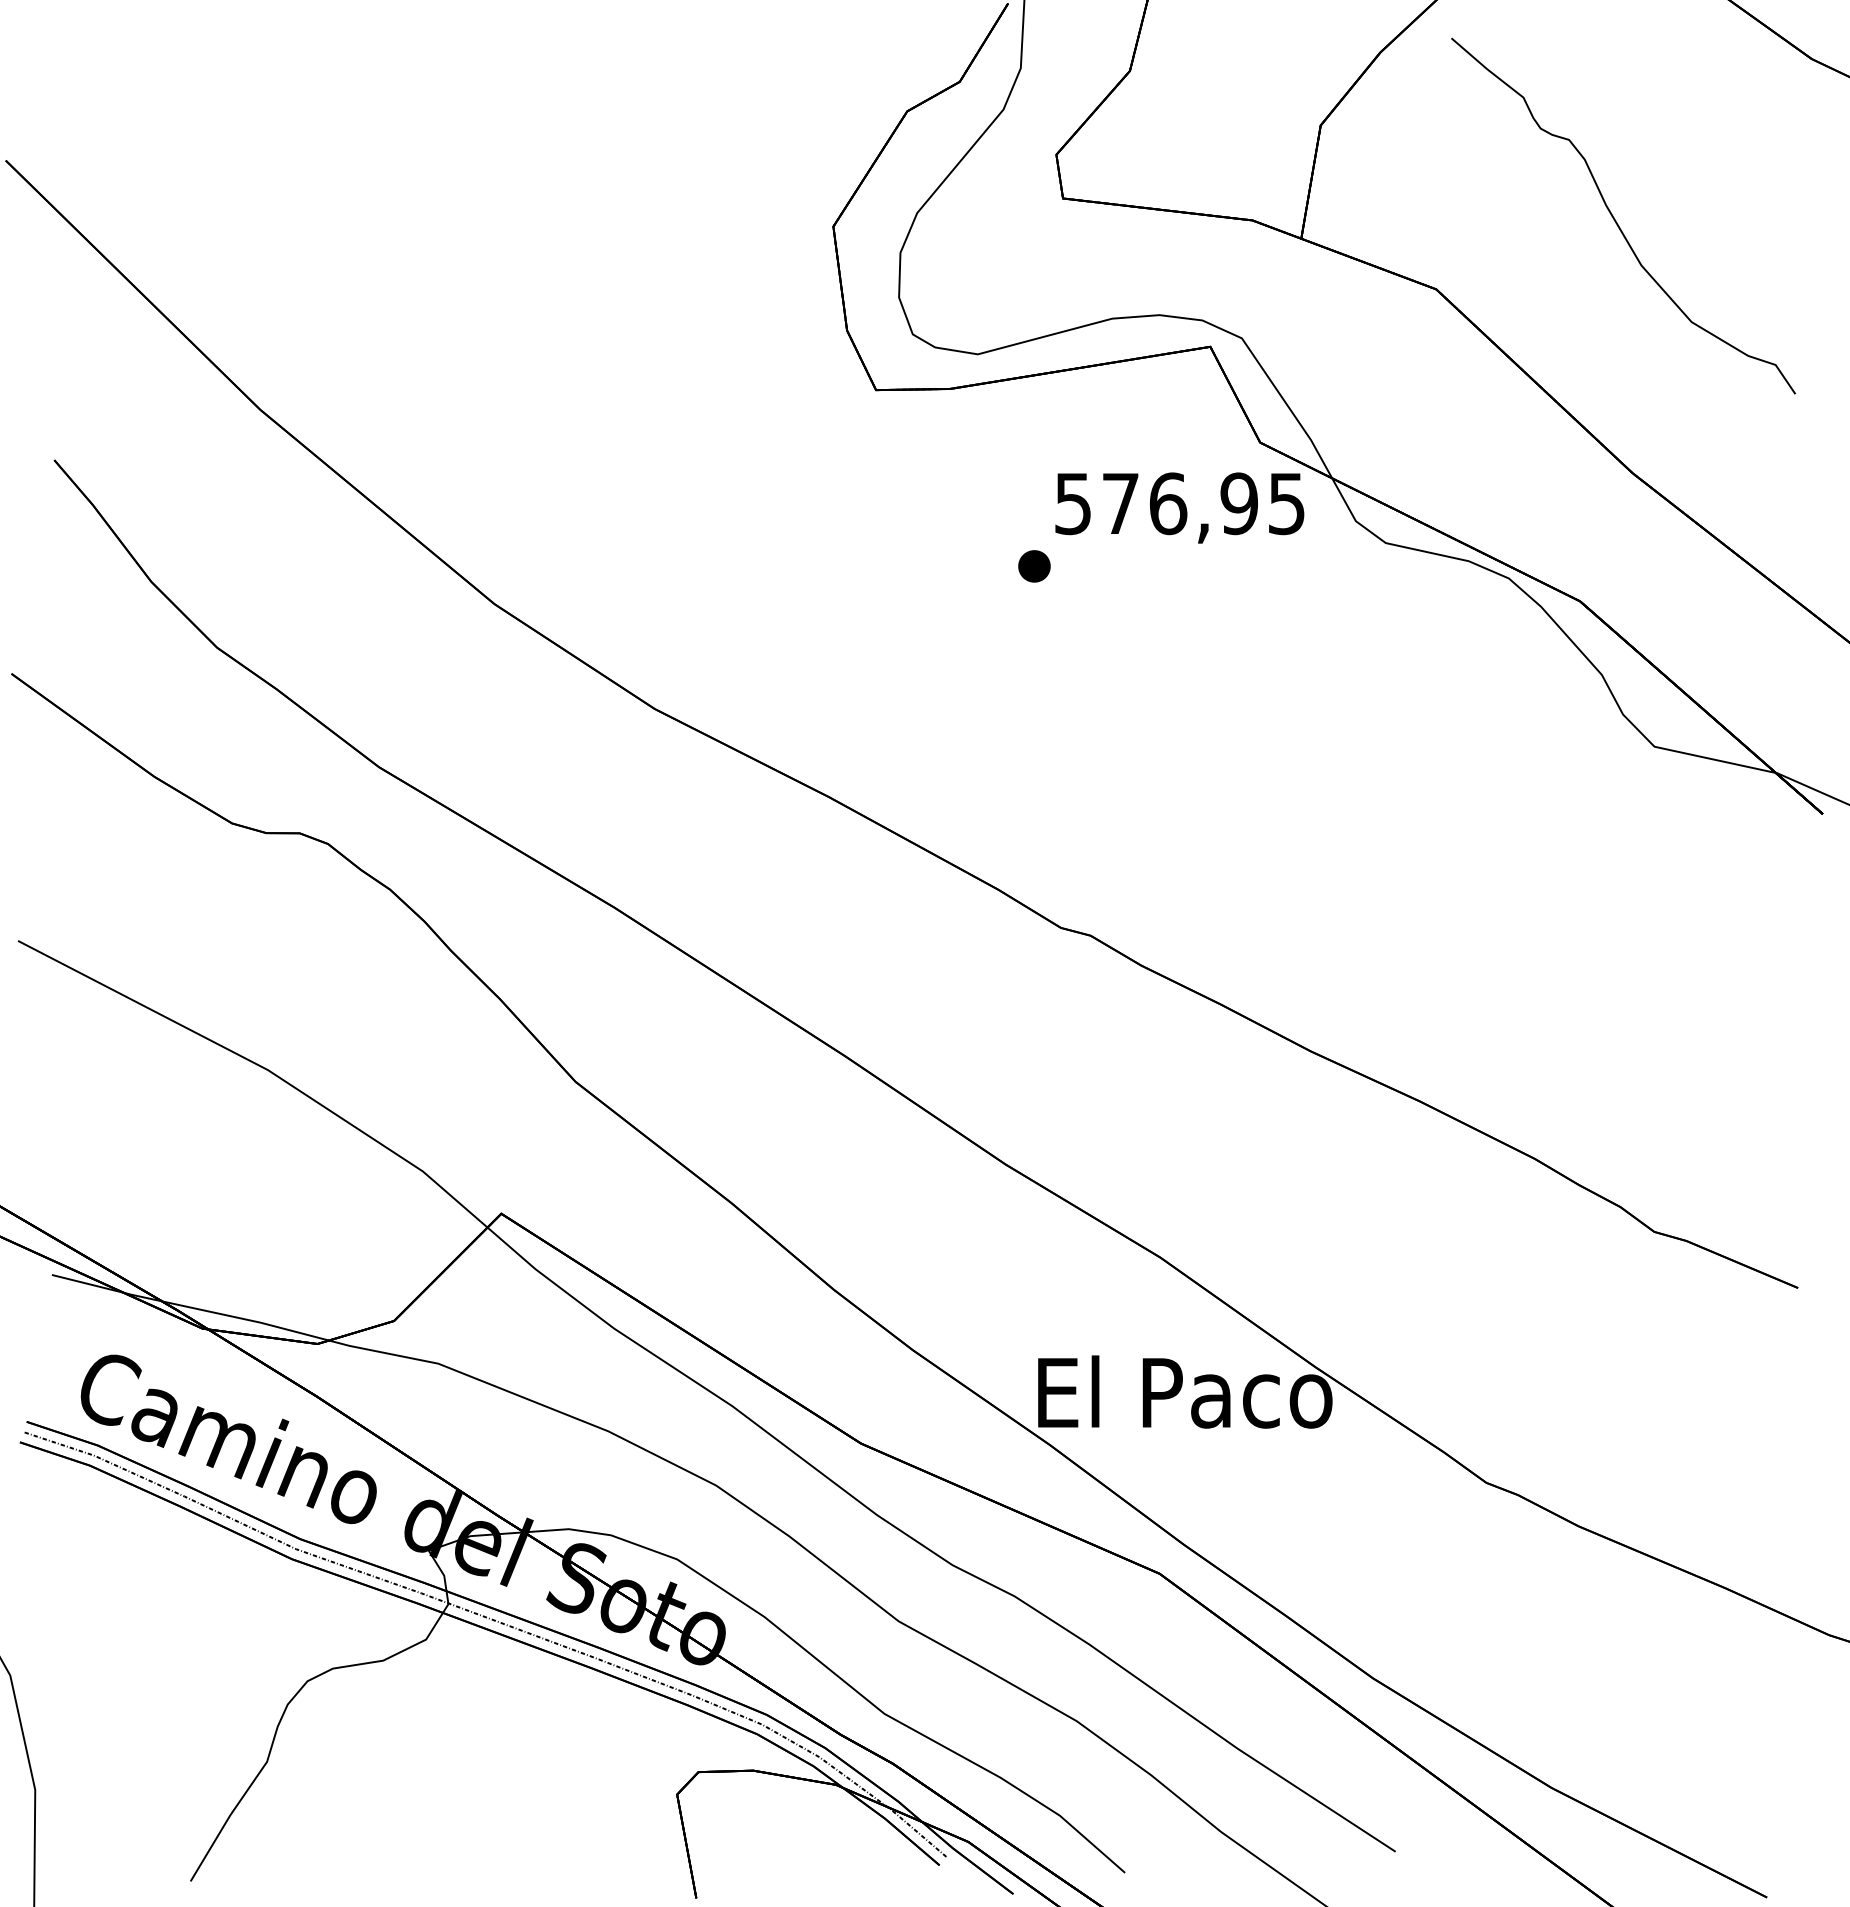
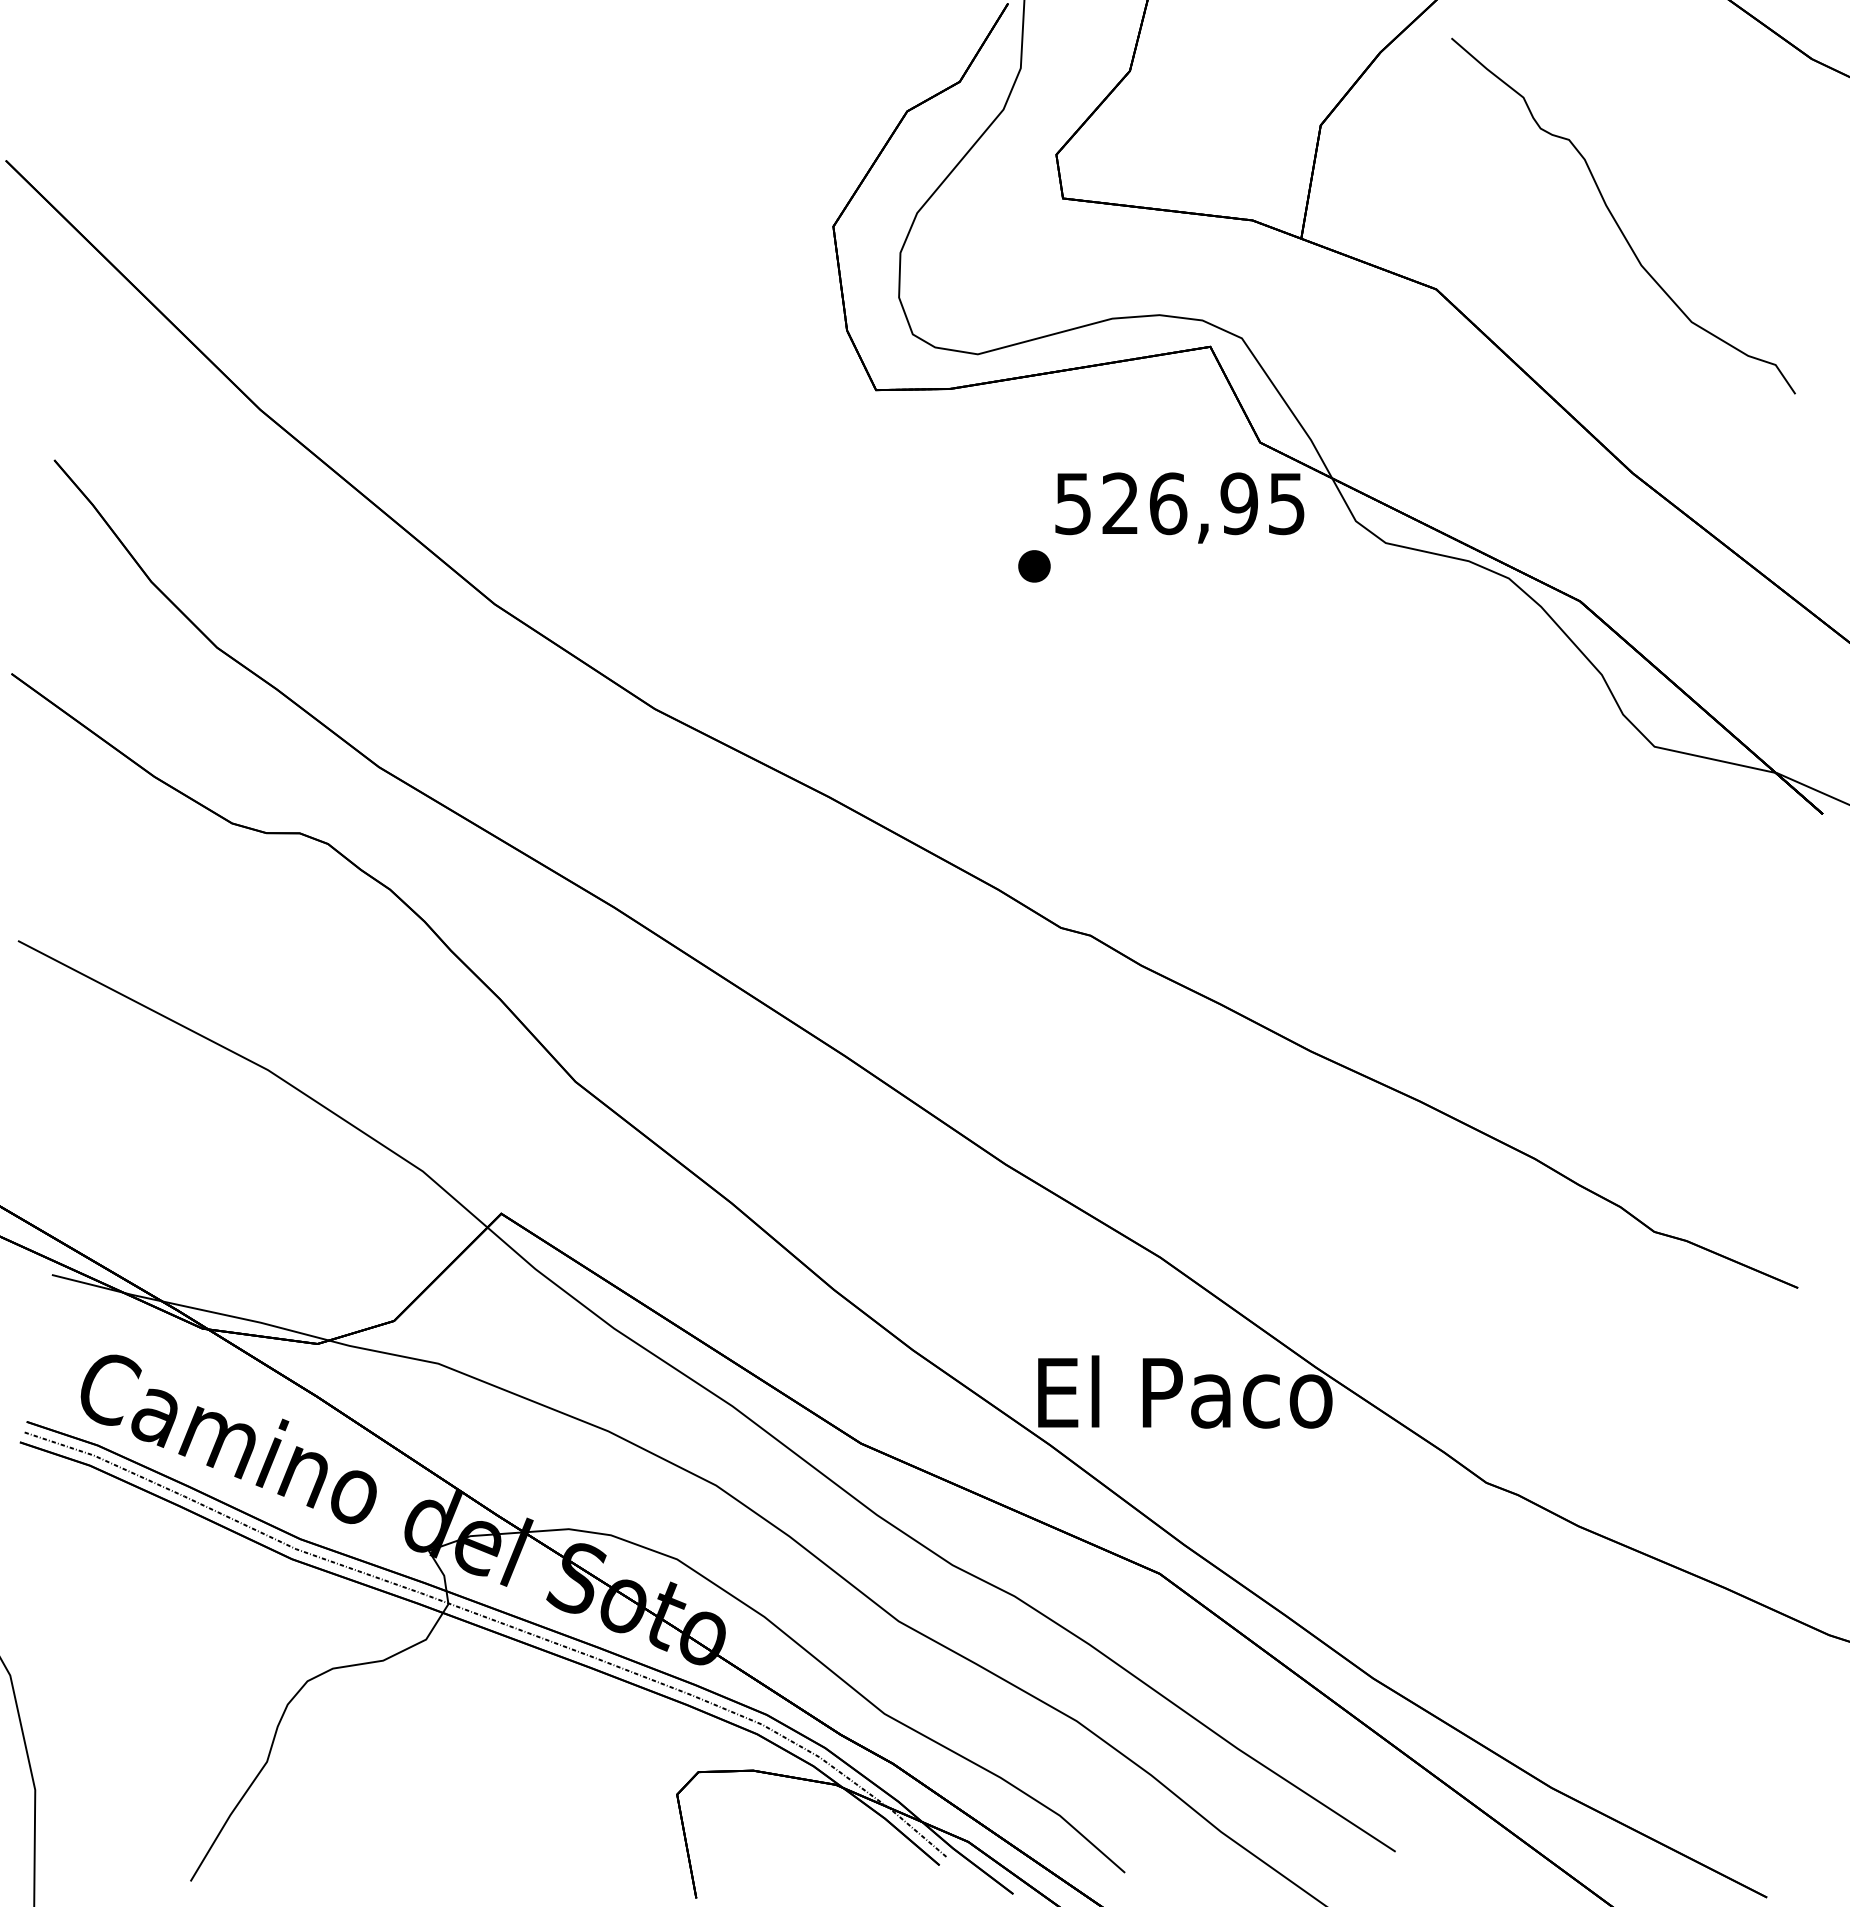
text at (1120, 502): 576,95 -> 526,95
